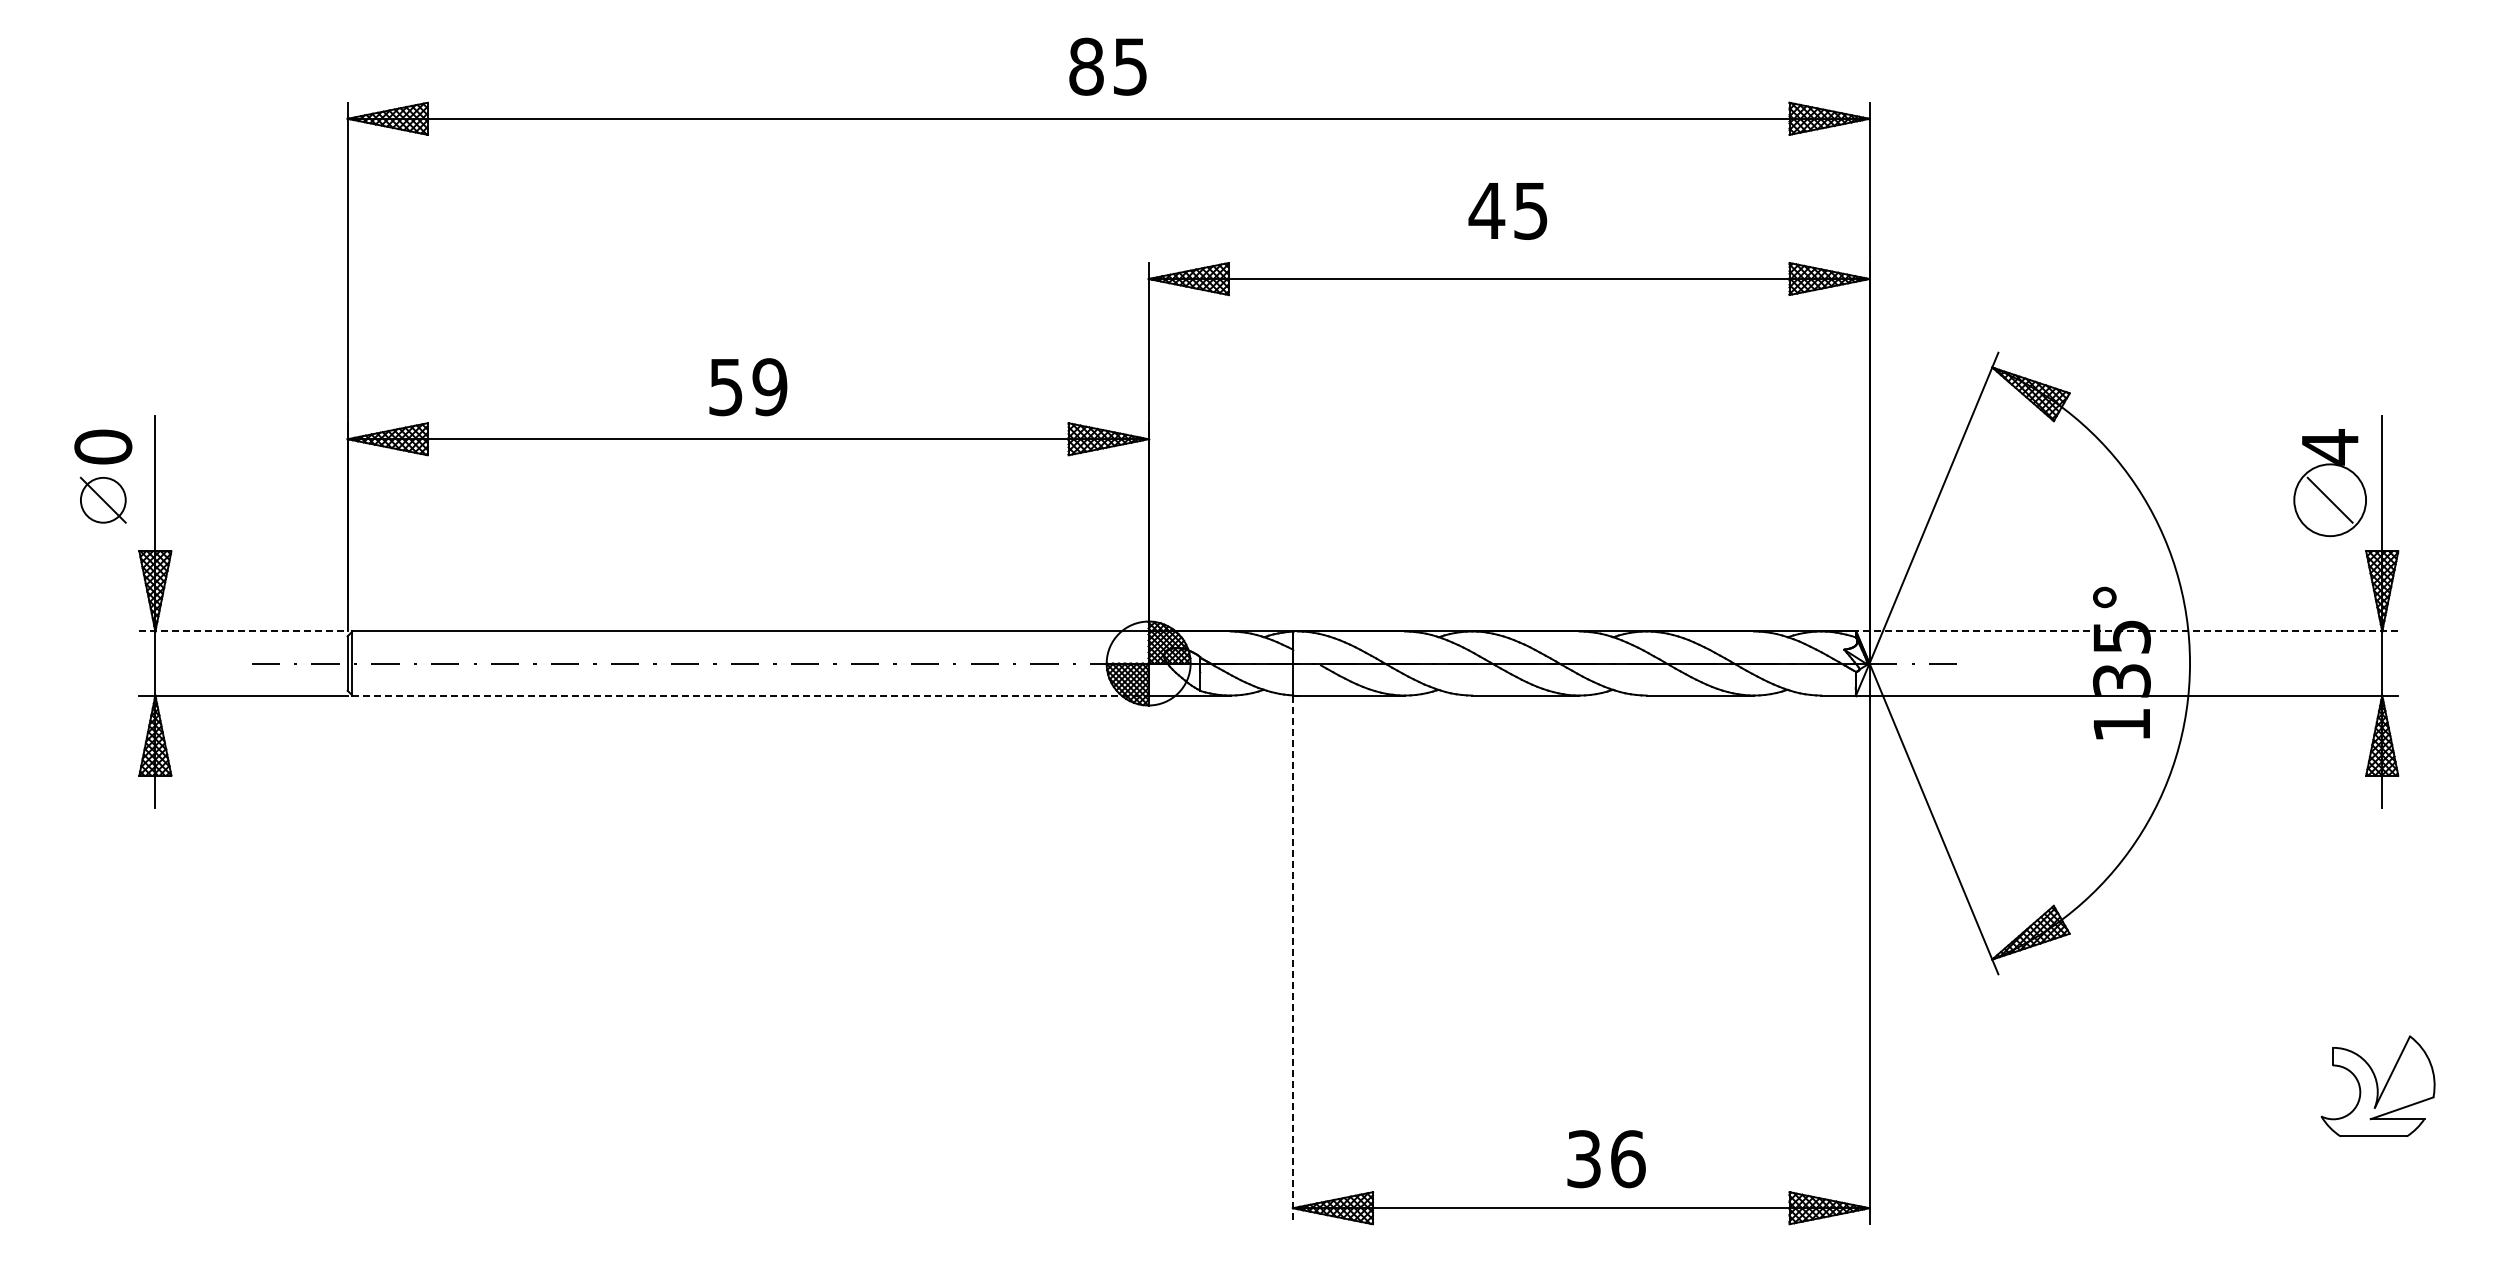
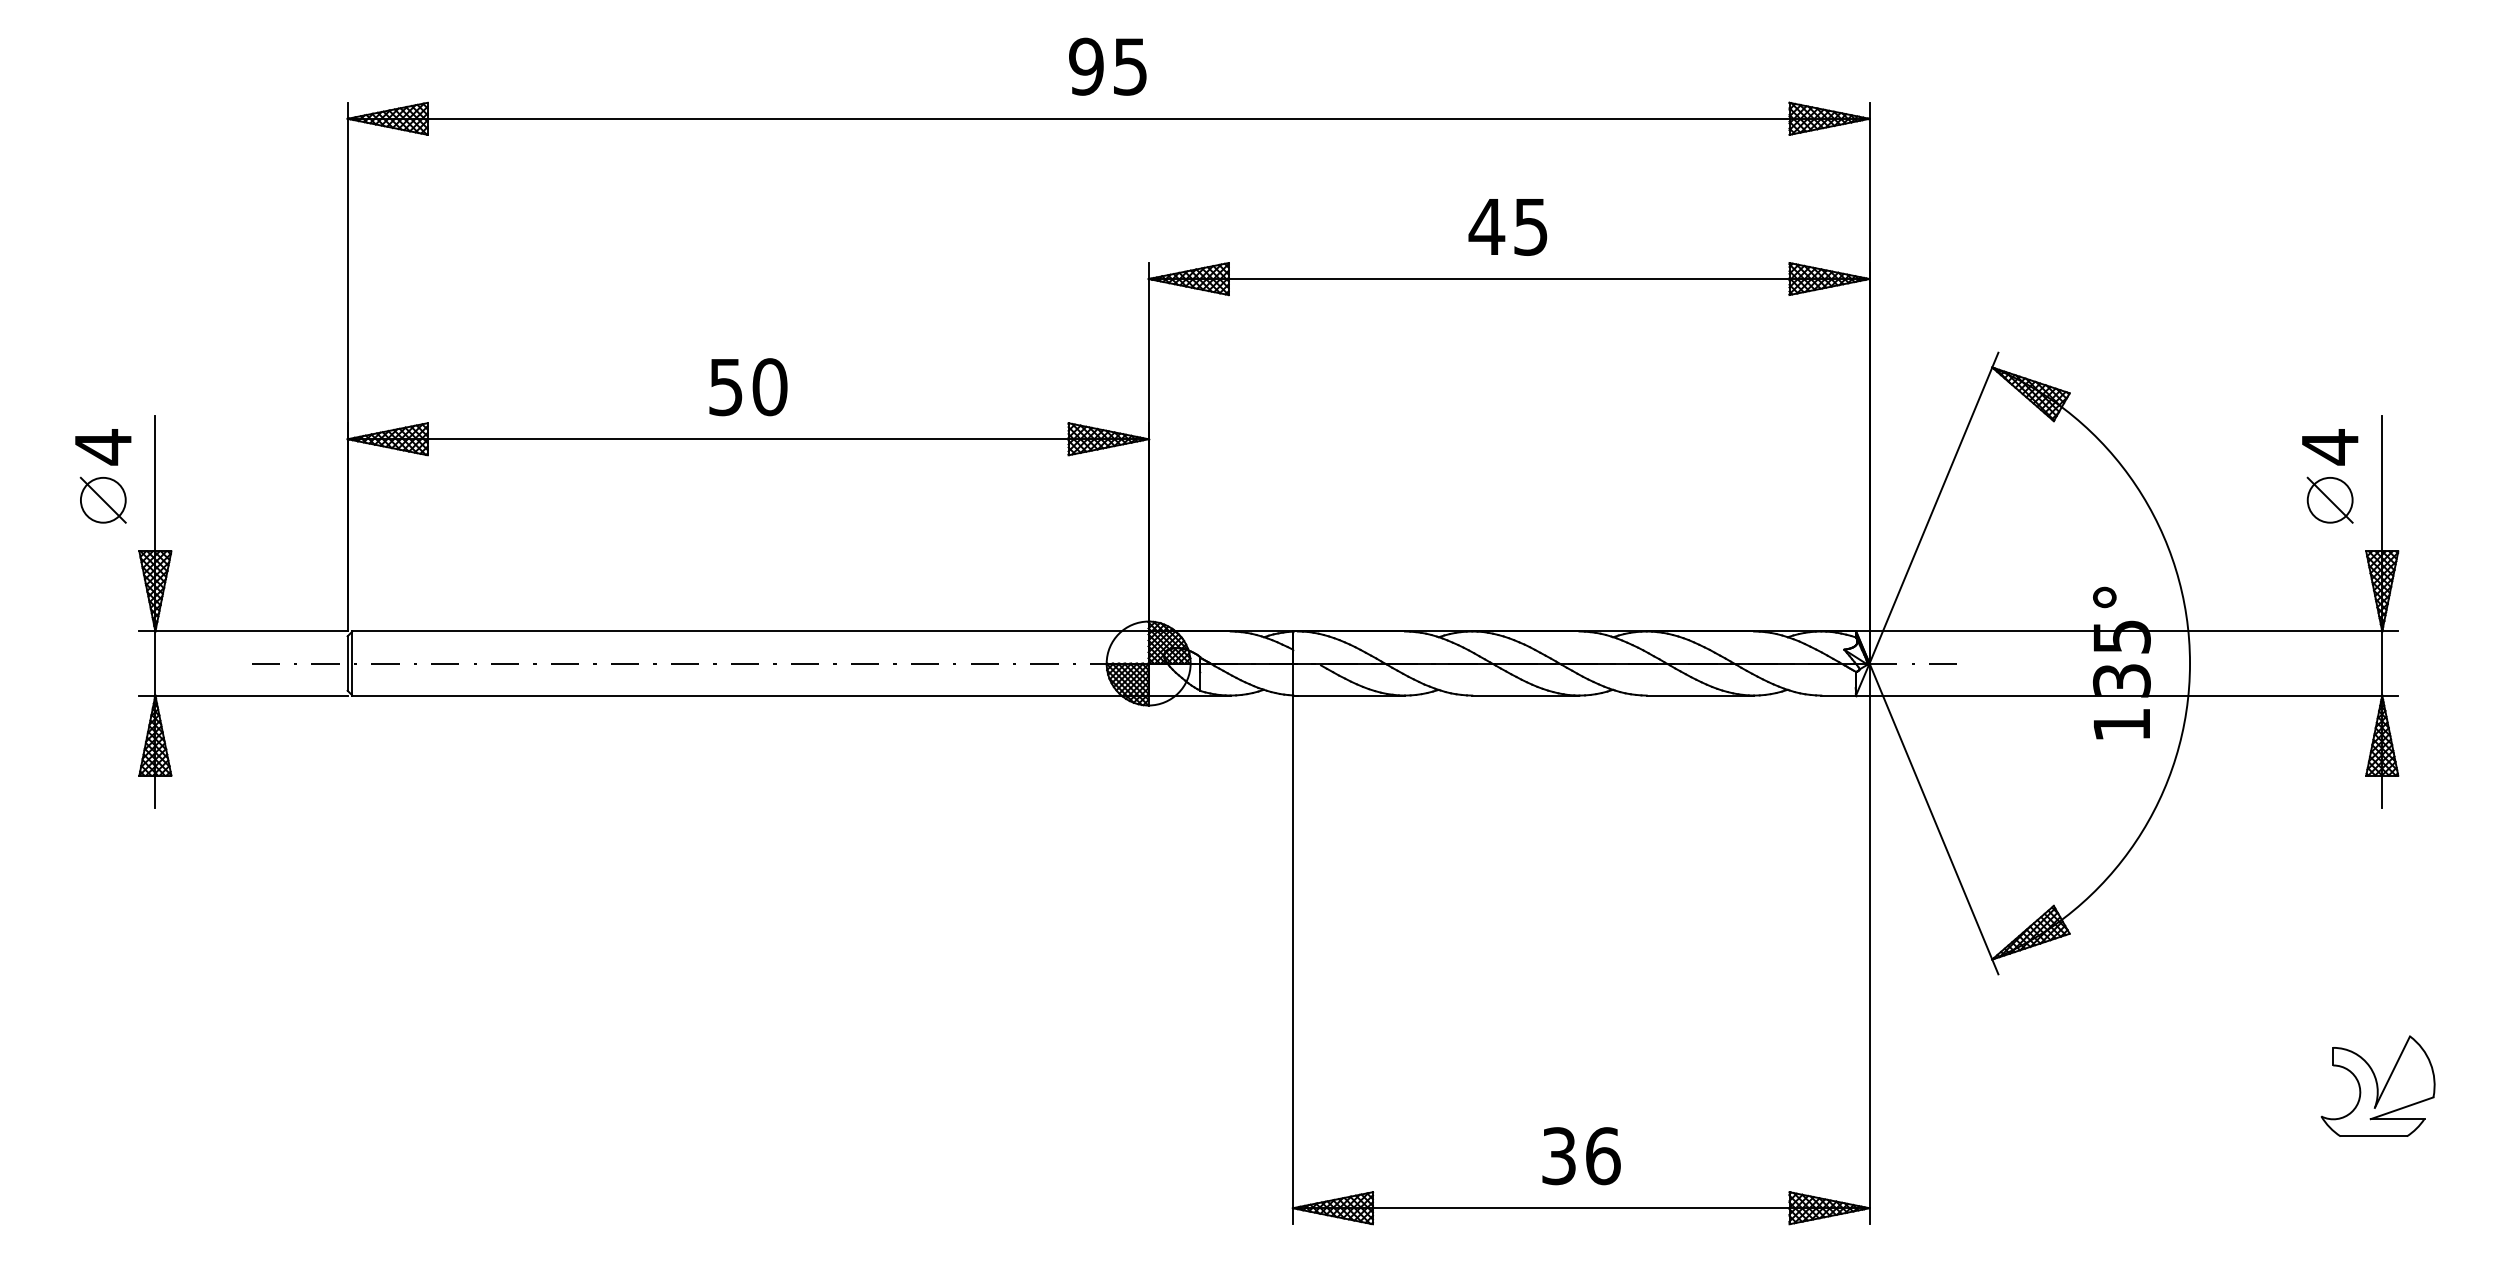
text at (1086, 66): 85 -> 95
text at (1507, 211) position: (1507, 211) -> (1507, 227)
text at (769, 387): 59 -> 50
text at (103, 447): 0 -> 4
circle at (2330, 500) diameter: 72 px -> 45 px
line at (244, 631): dashed -> solid
line at (2127, 631): dashed -> solid
line at (751, 695): dashed -> solid
line at (1292, 960): dashed -> solid
text at (1606, 1159) position: (1606, 1159) -> (1581, 1156)
